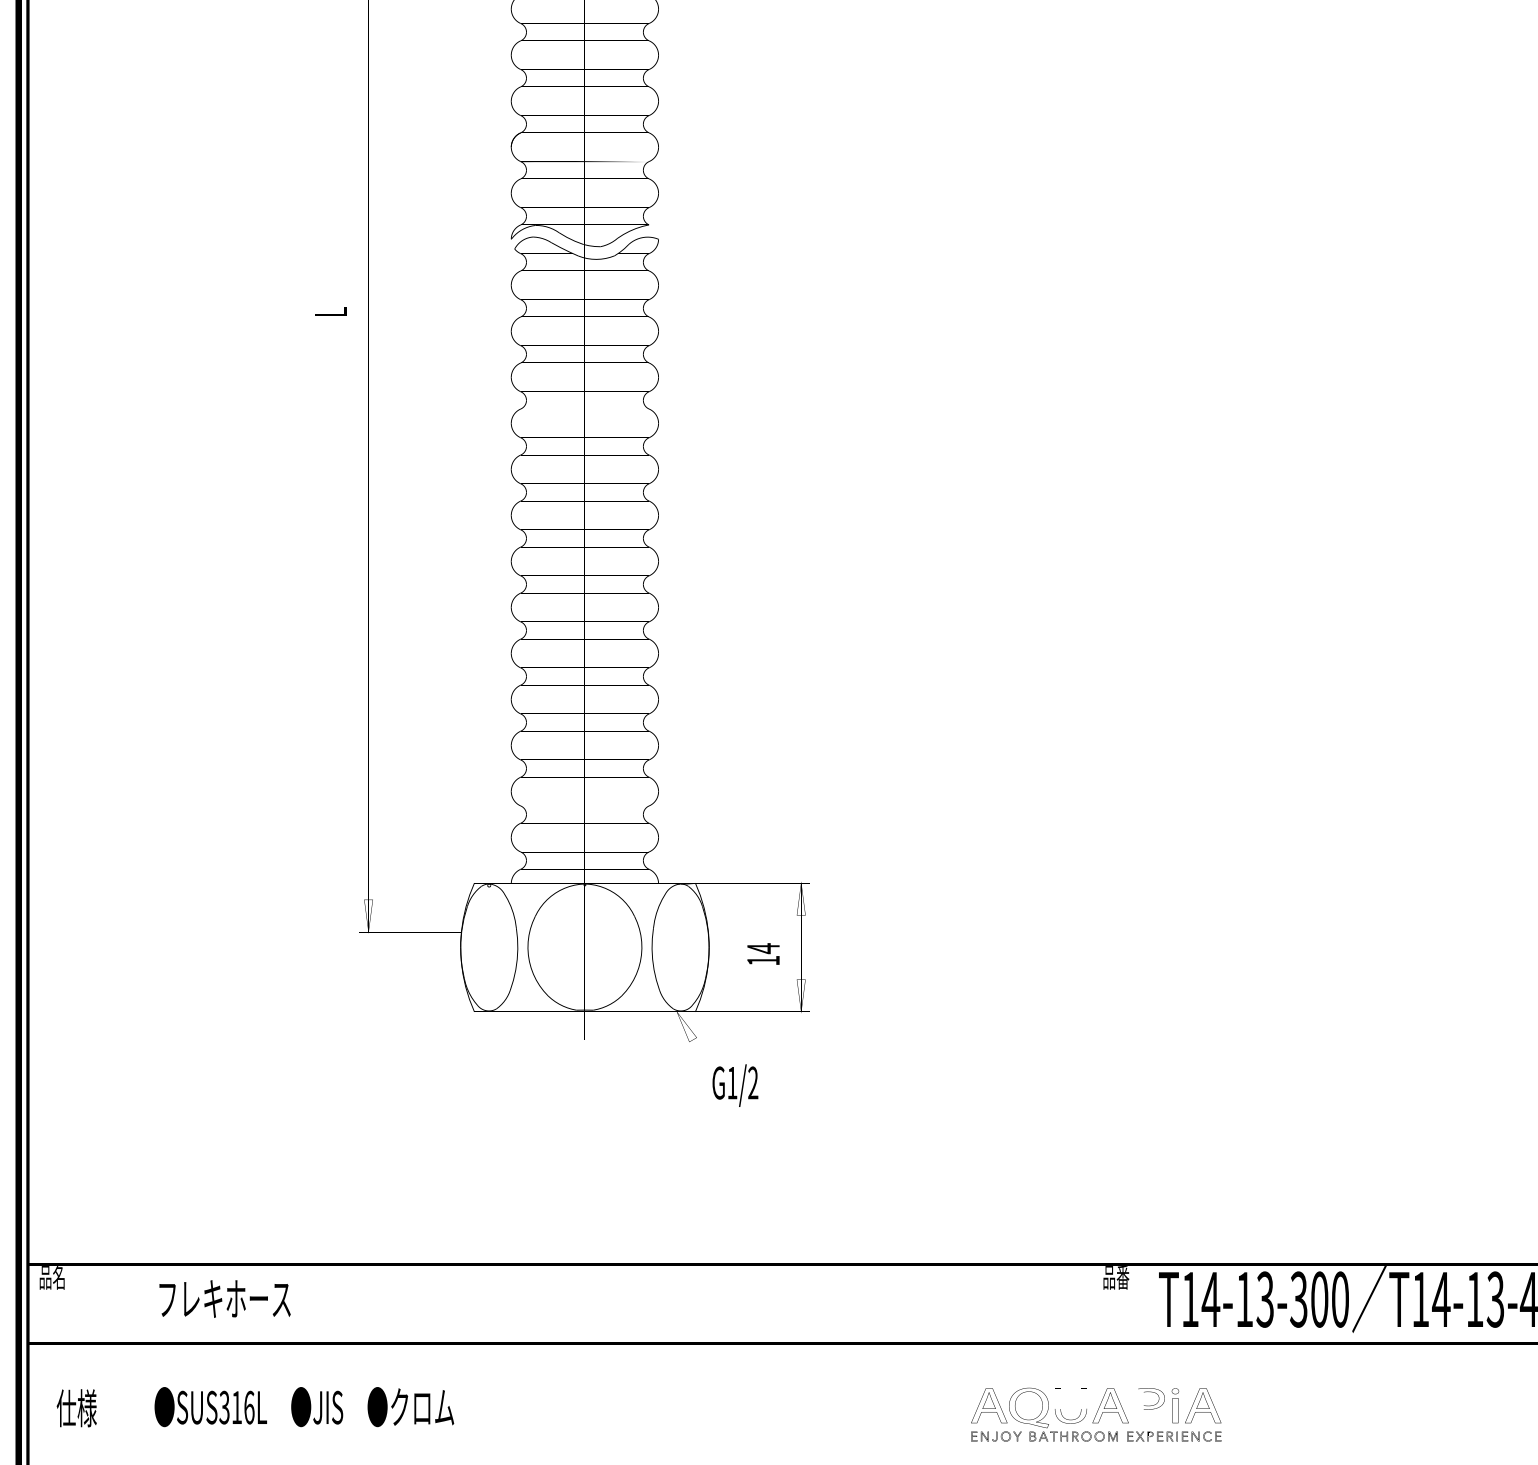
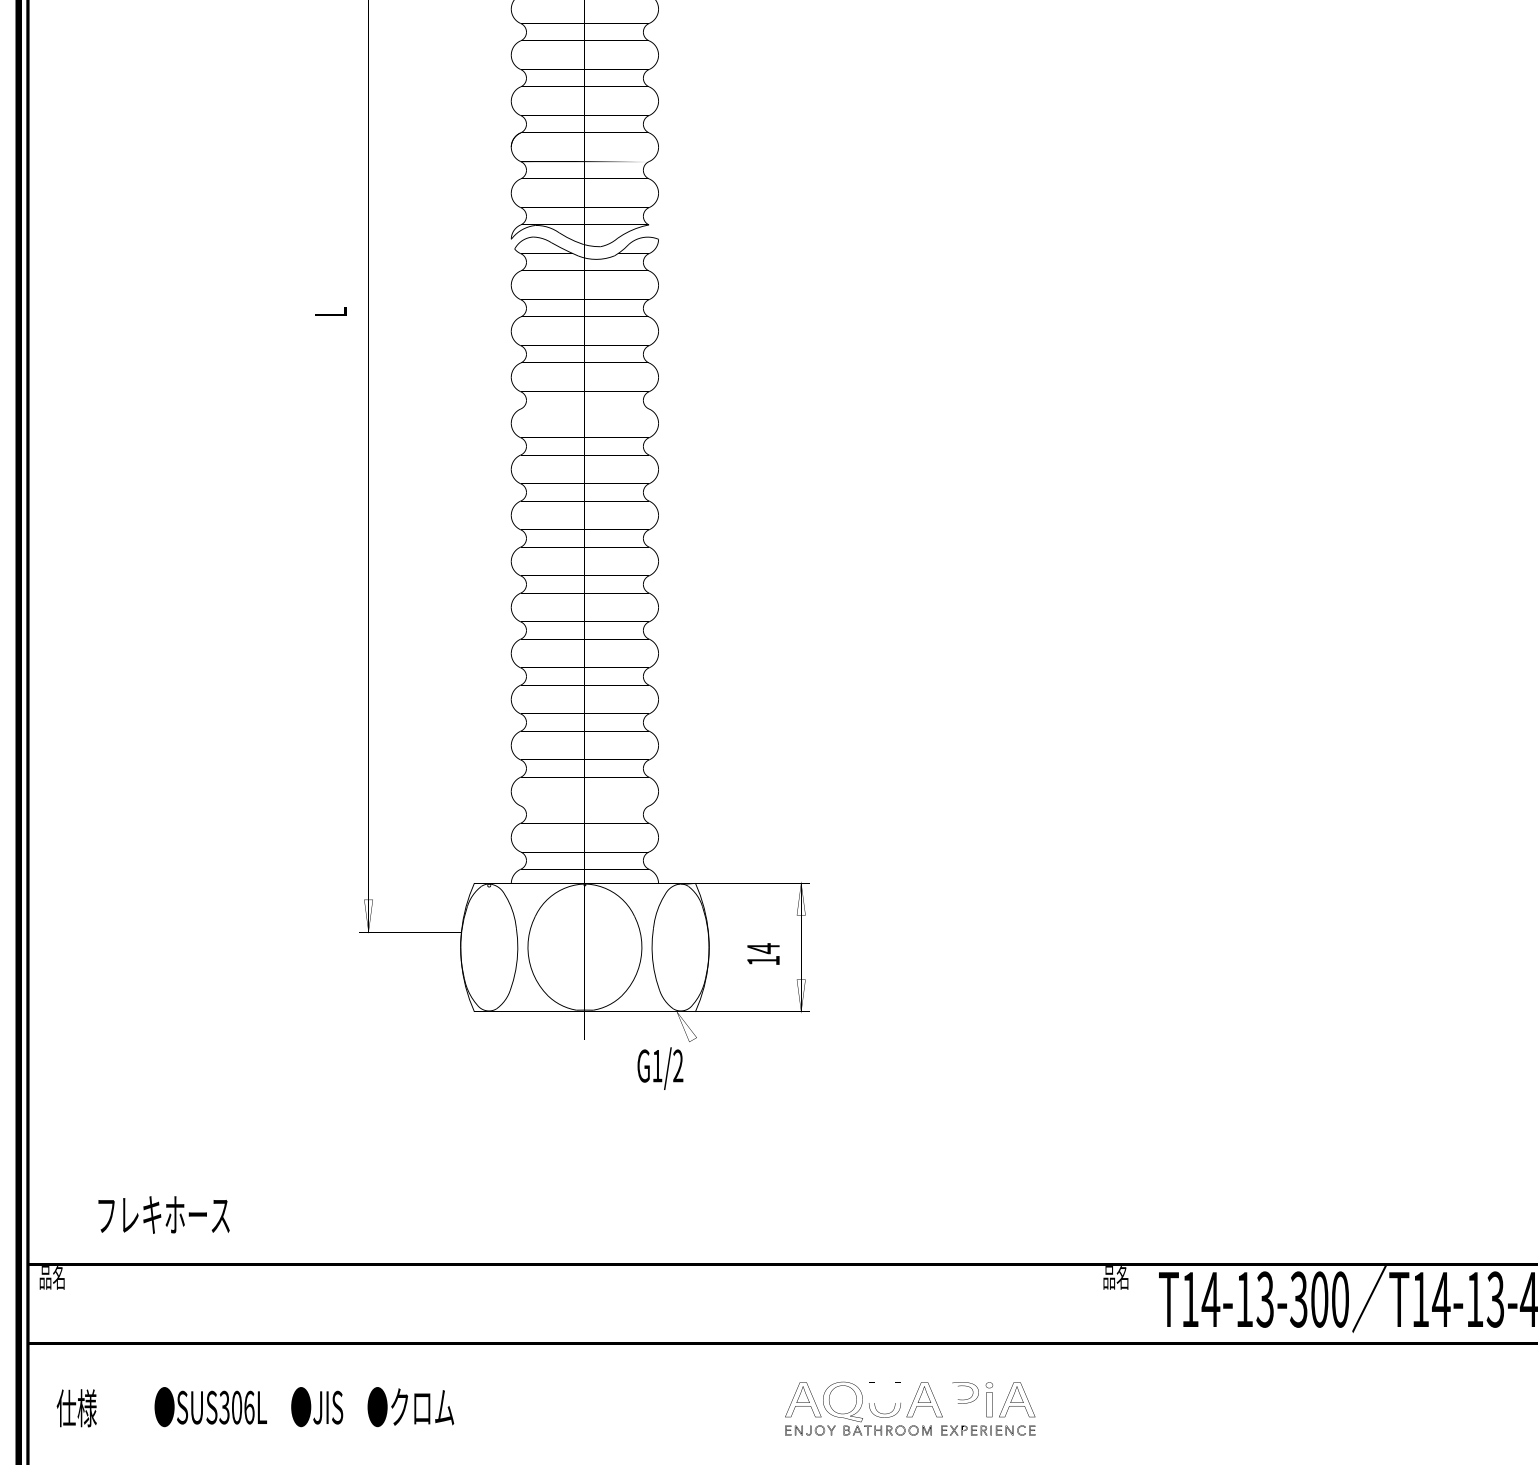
text at (735, 1085) position: (735, 1085) -> (660, 1068)
text at (1122, 1277): 品番 -> 品名
text at (224, 1298) position: (224, 1298) -> (163, 1214)
text at (237, 1407): SUS316L -> SUS306L
part at (1096, 1414) position: (1096, 1414) -> (910, 1408)
